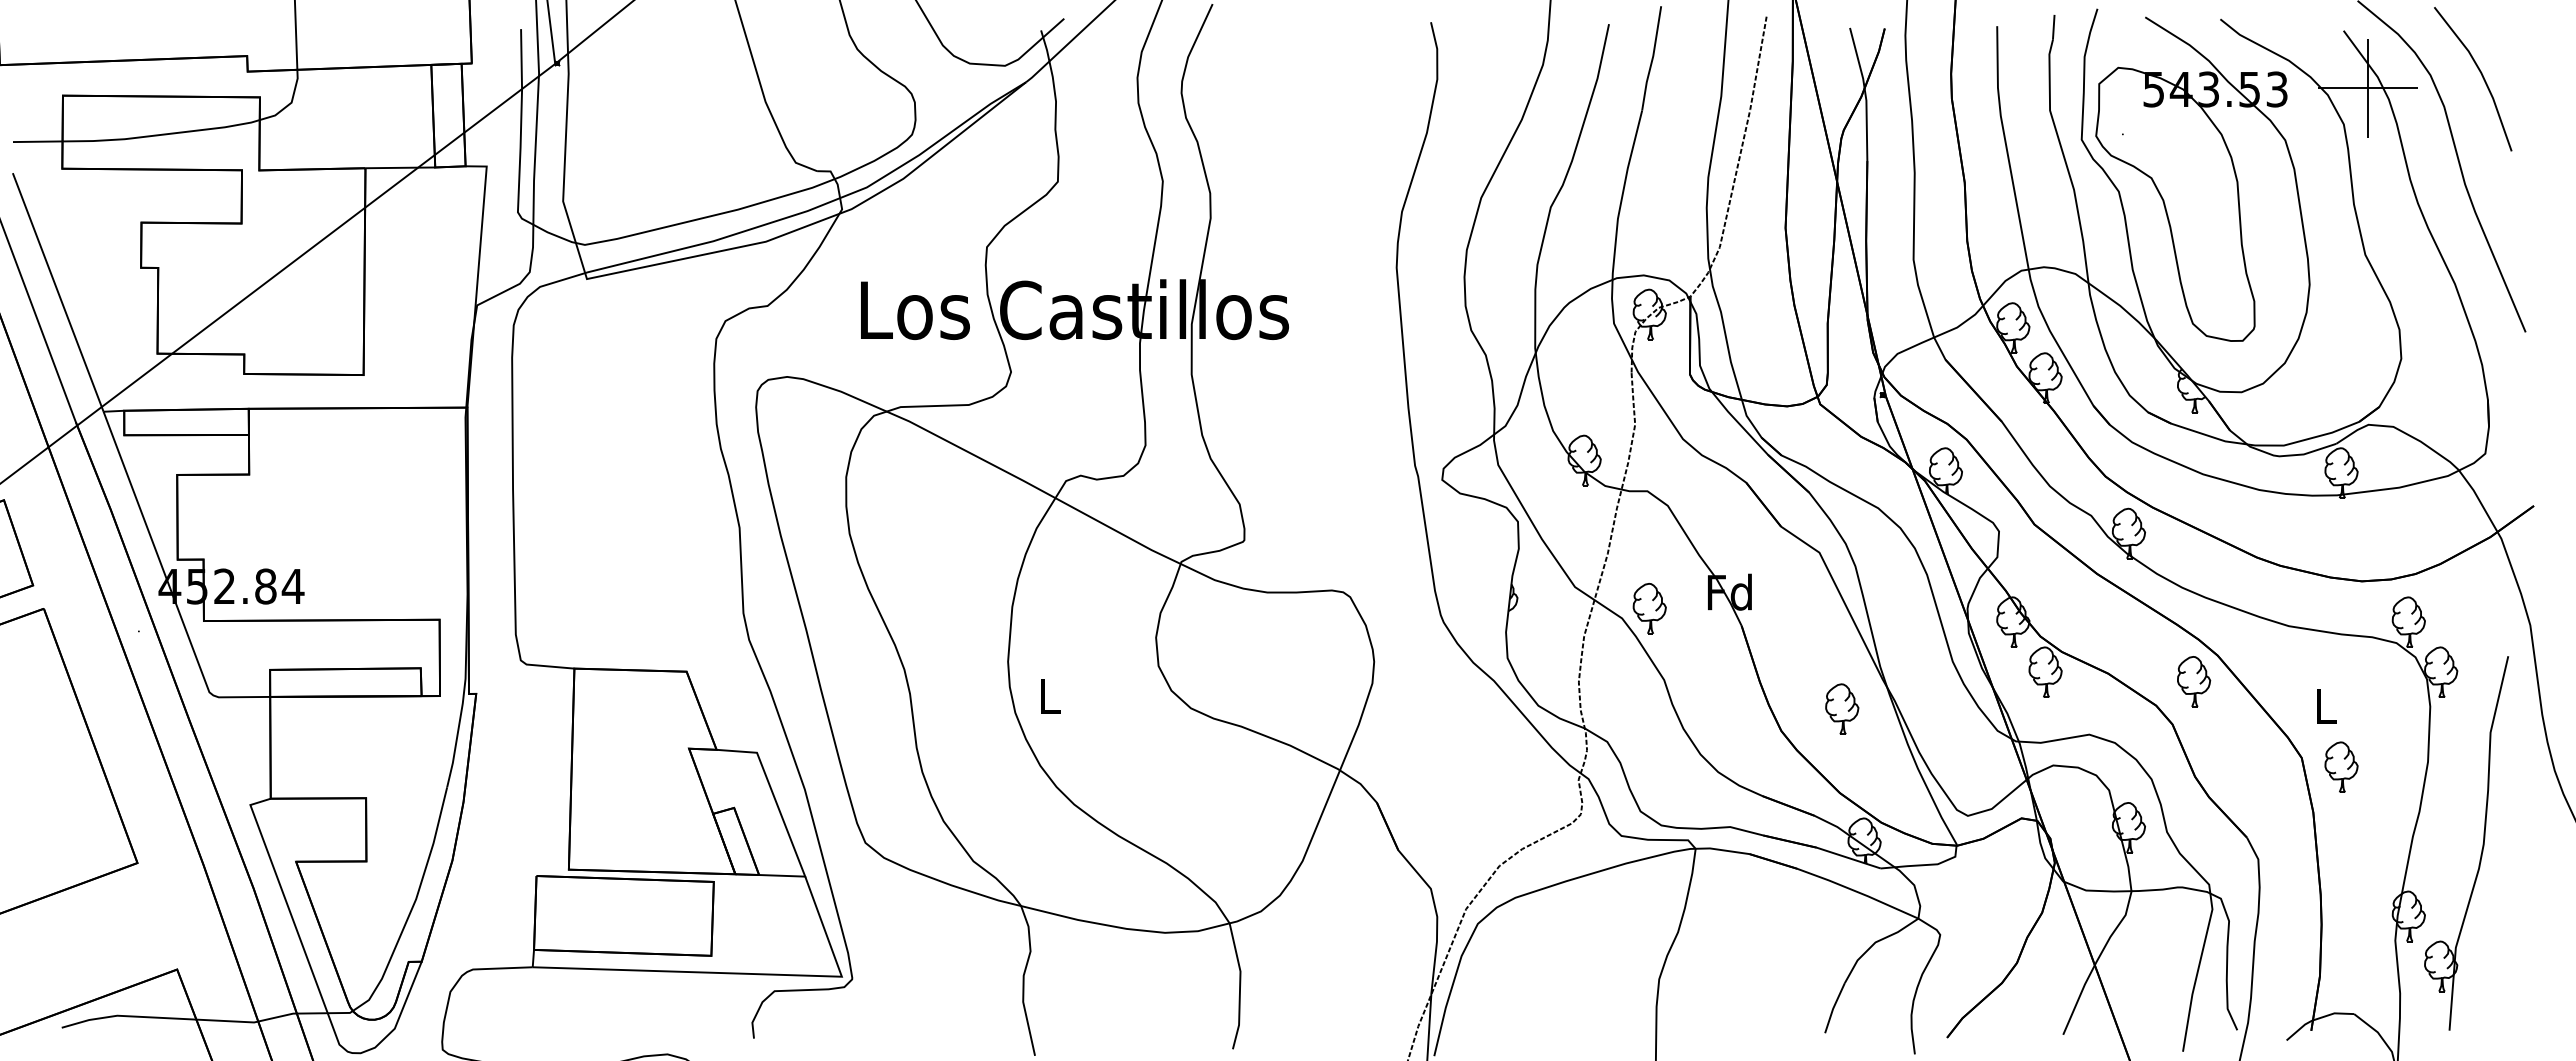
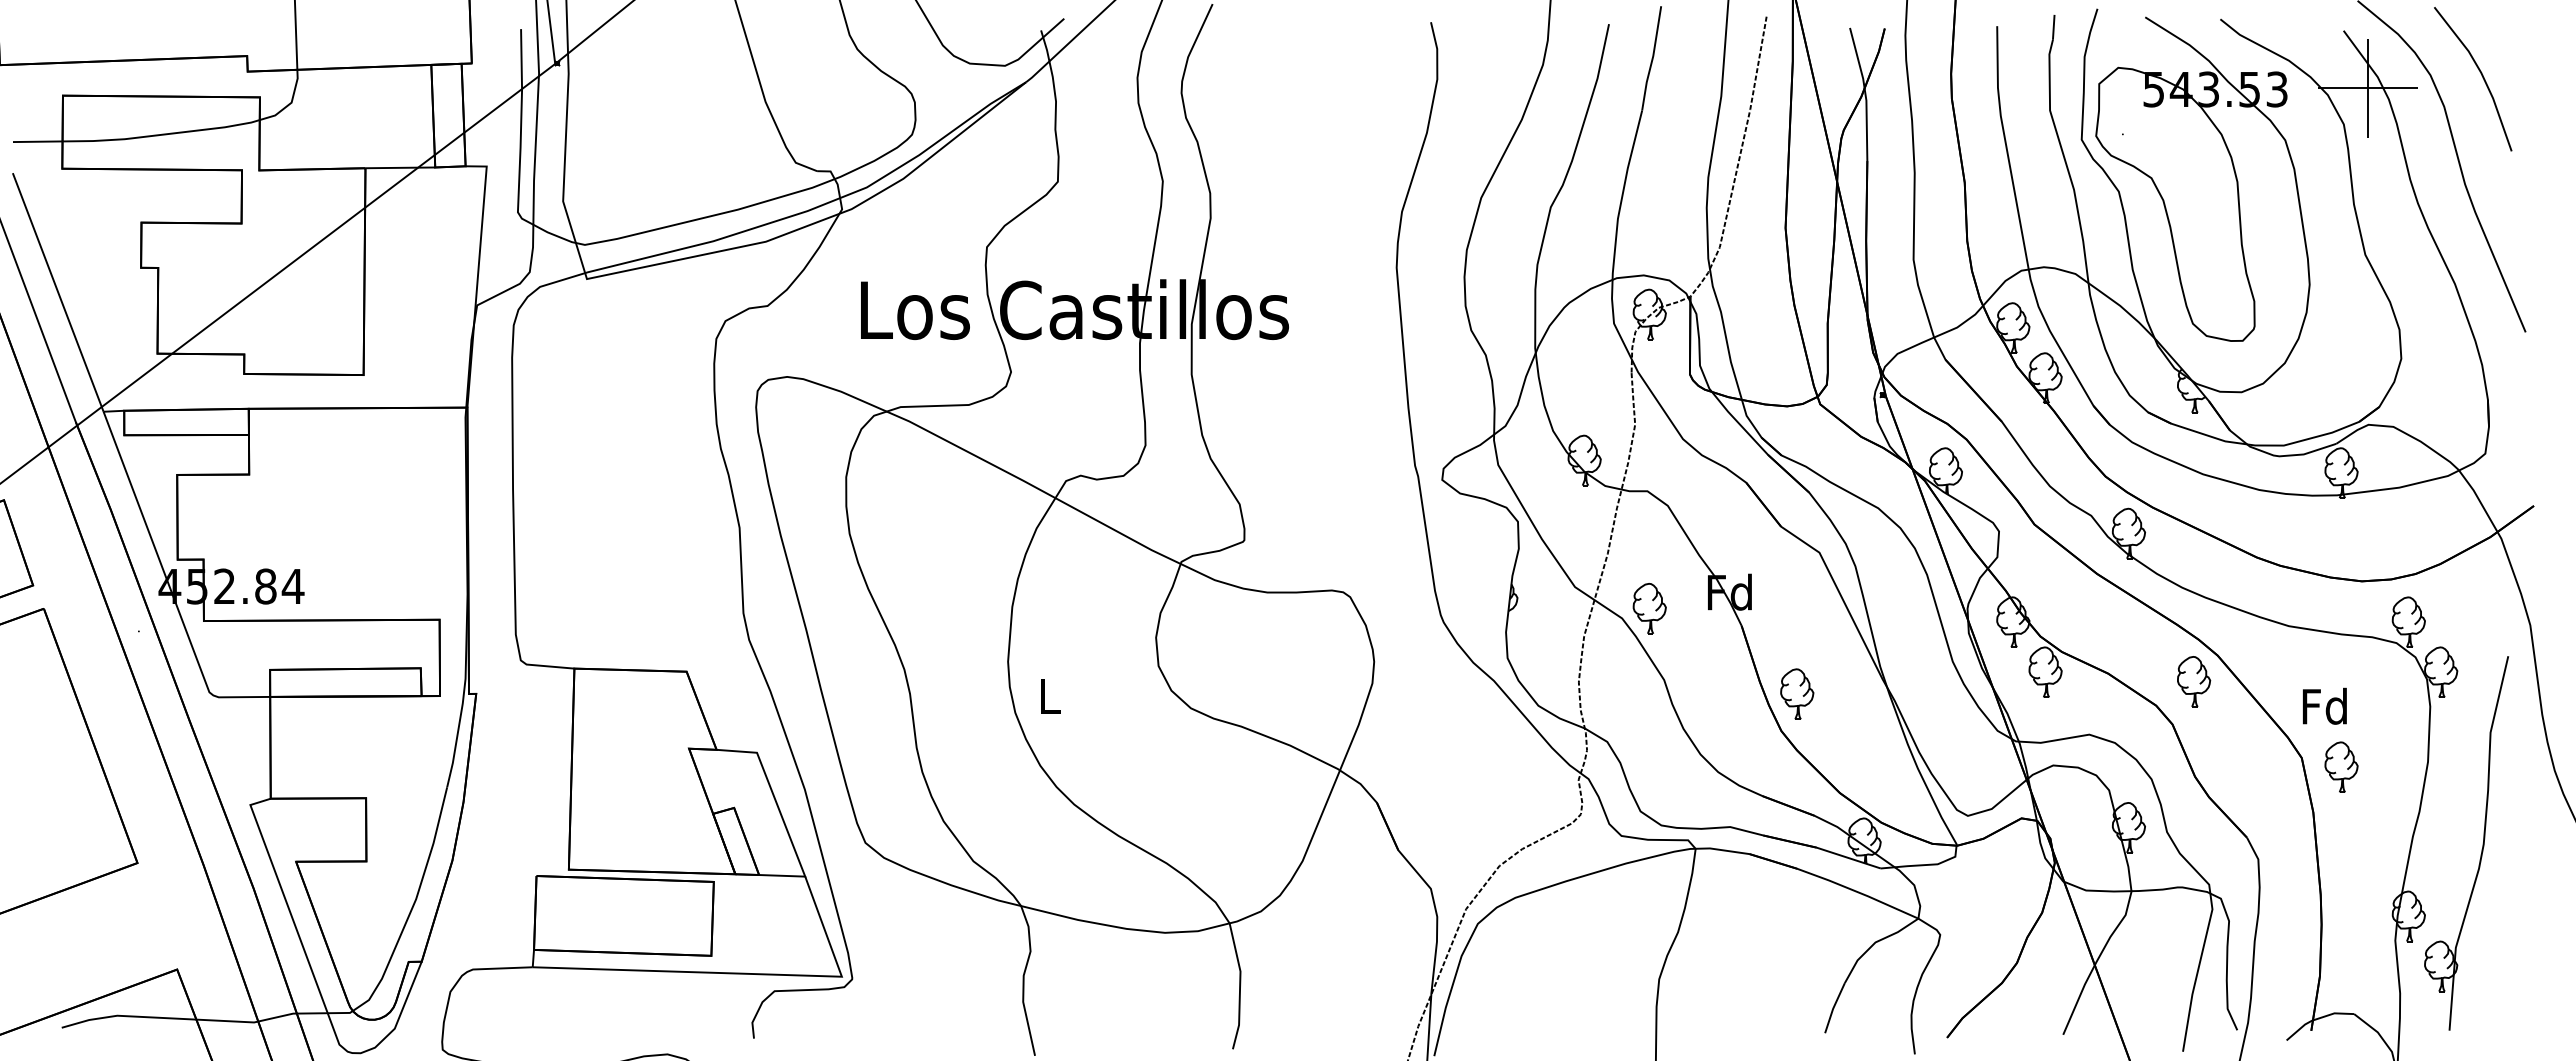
text at (2324, 705): L -> Fd
part at (1842, 708) position: (1842, 708) -> (1797, 693)
